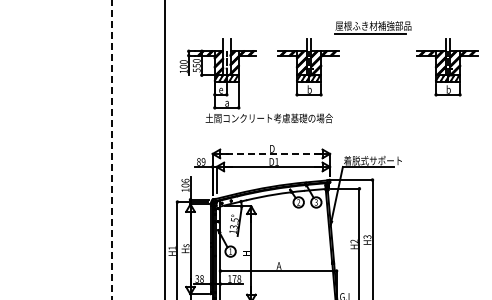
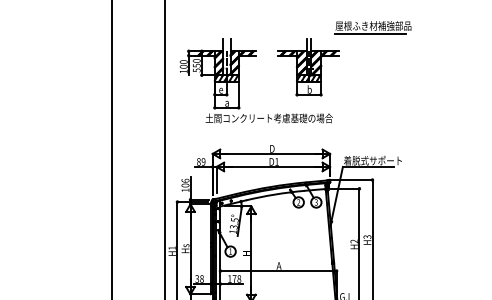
part at (447, 67): present -> none
line at (112, 150): dashed -> solid
line at (271, 153): dashed -> solid
